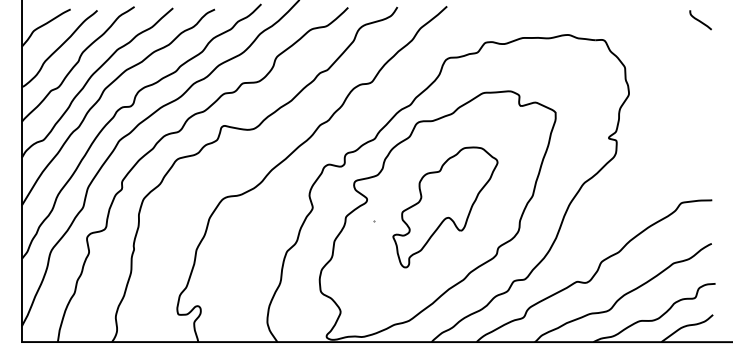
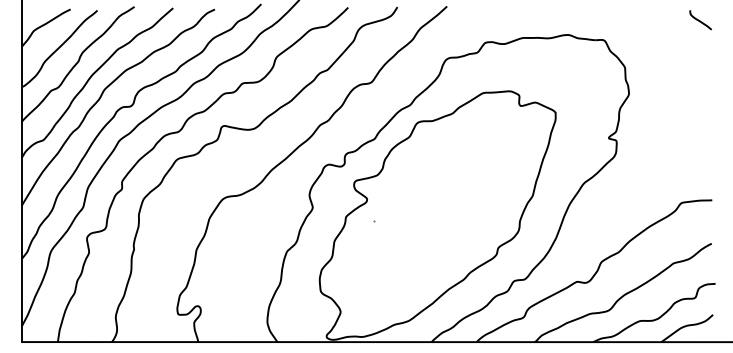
part at (445, 207): present -> none
